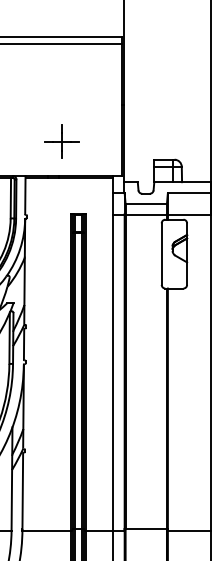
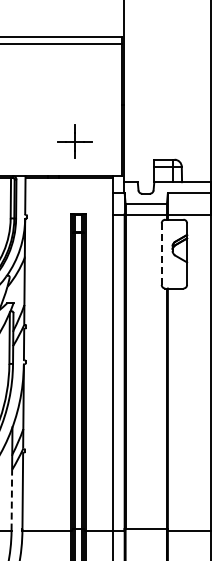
part at (61, 141) position: (61, 141) -> (74, 141)
line at (161, 254): solid -> dashed
line at (11, 499): solid -> dashed
